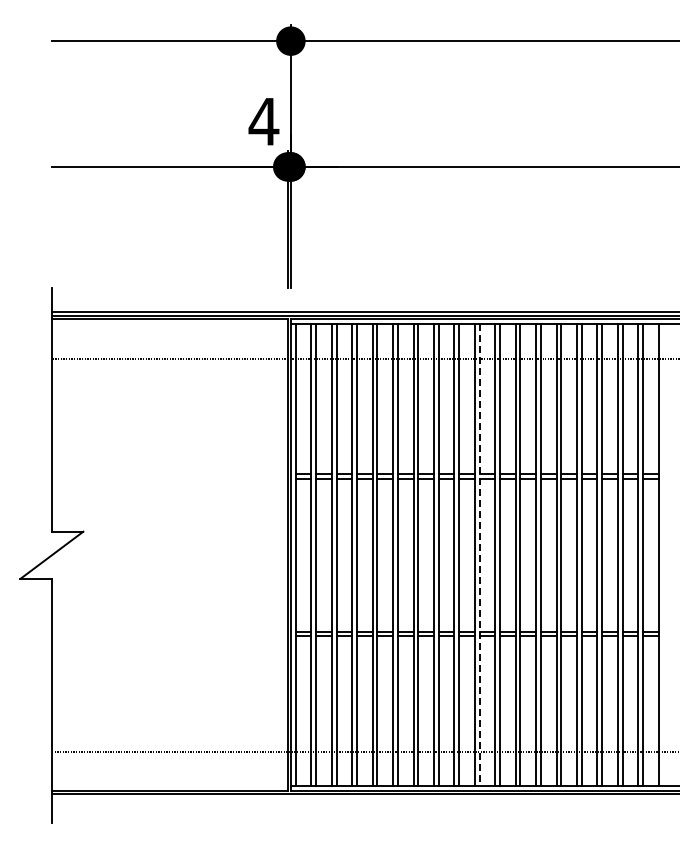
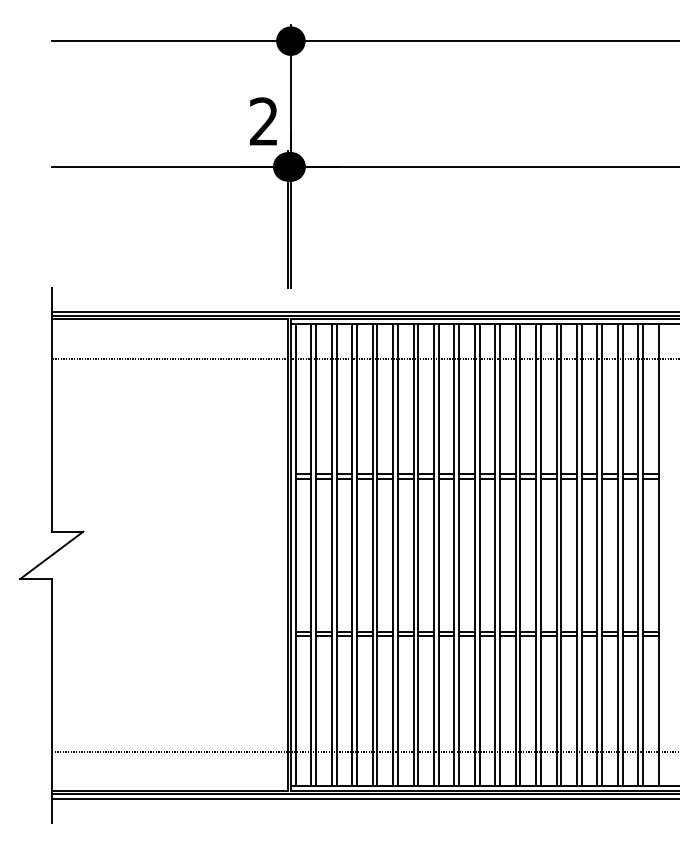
text at (263, 121): 4 -> 2
line at (479, 555): dashed -> solid
line at (363, 798): none -> present
